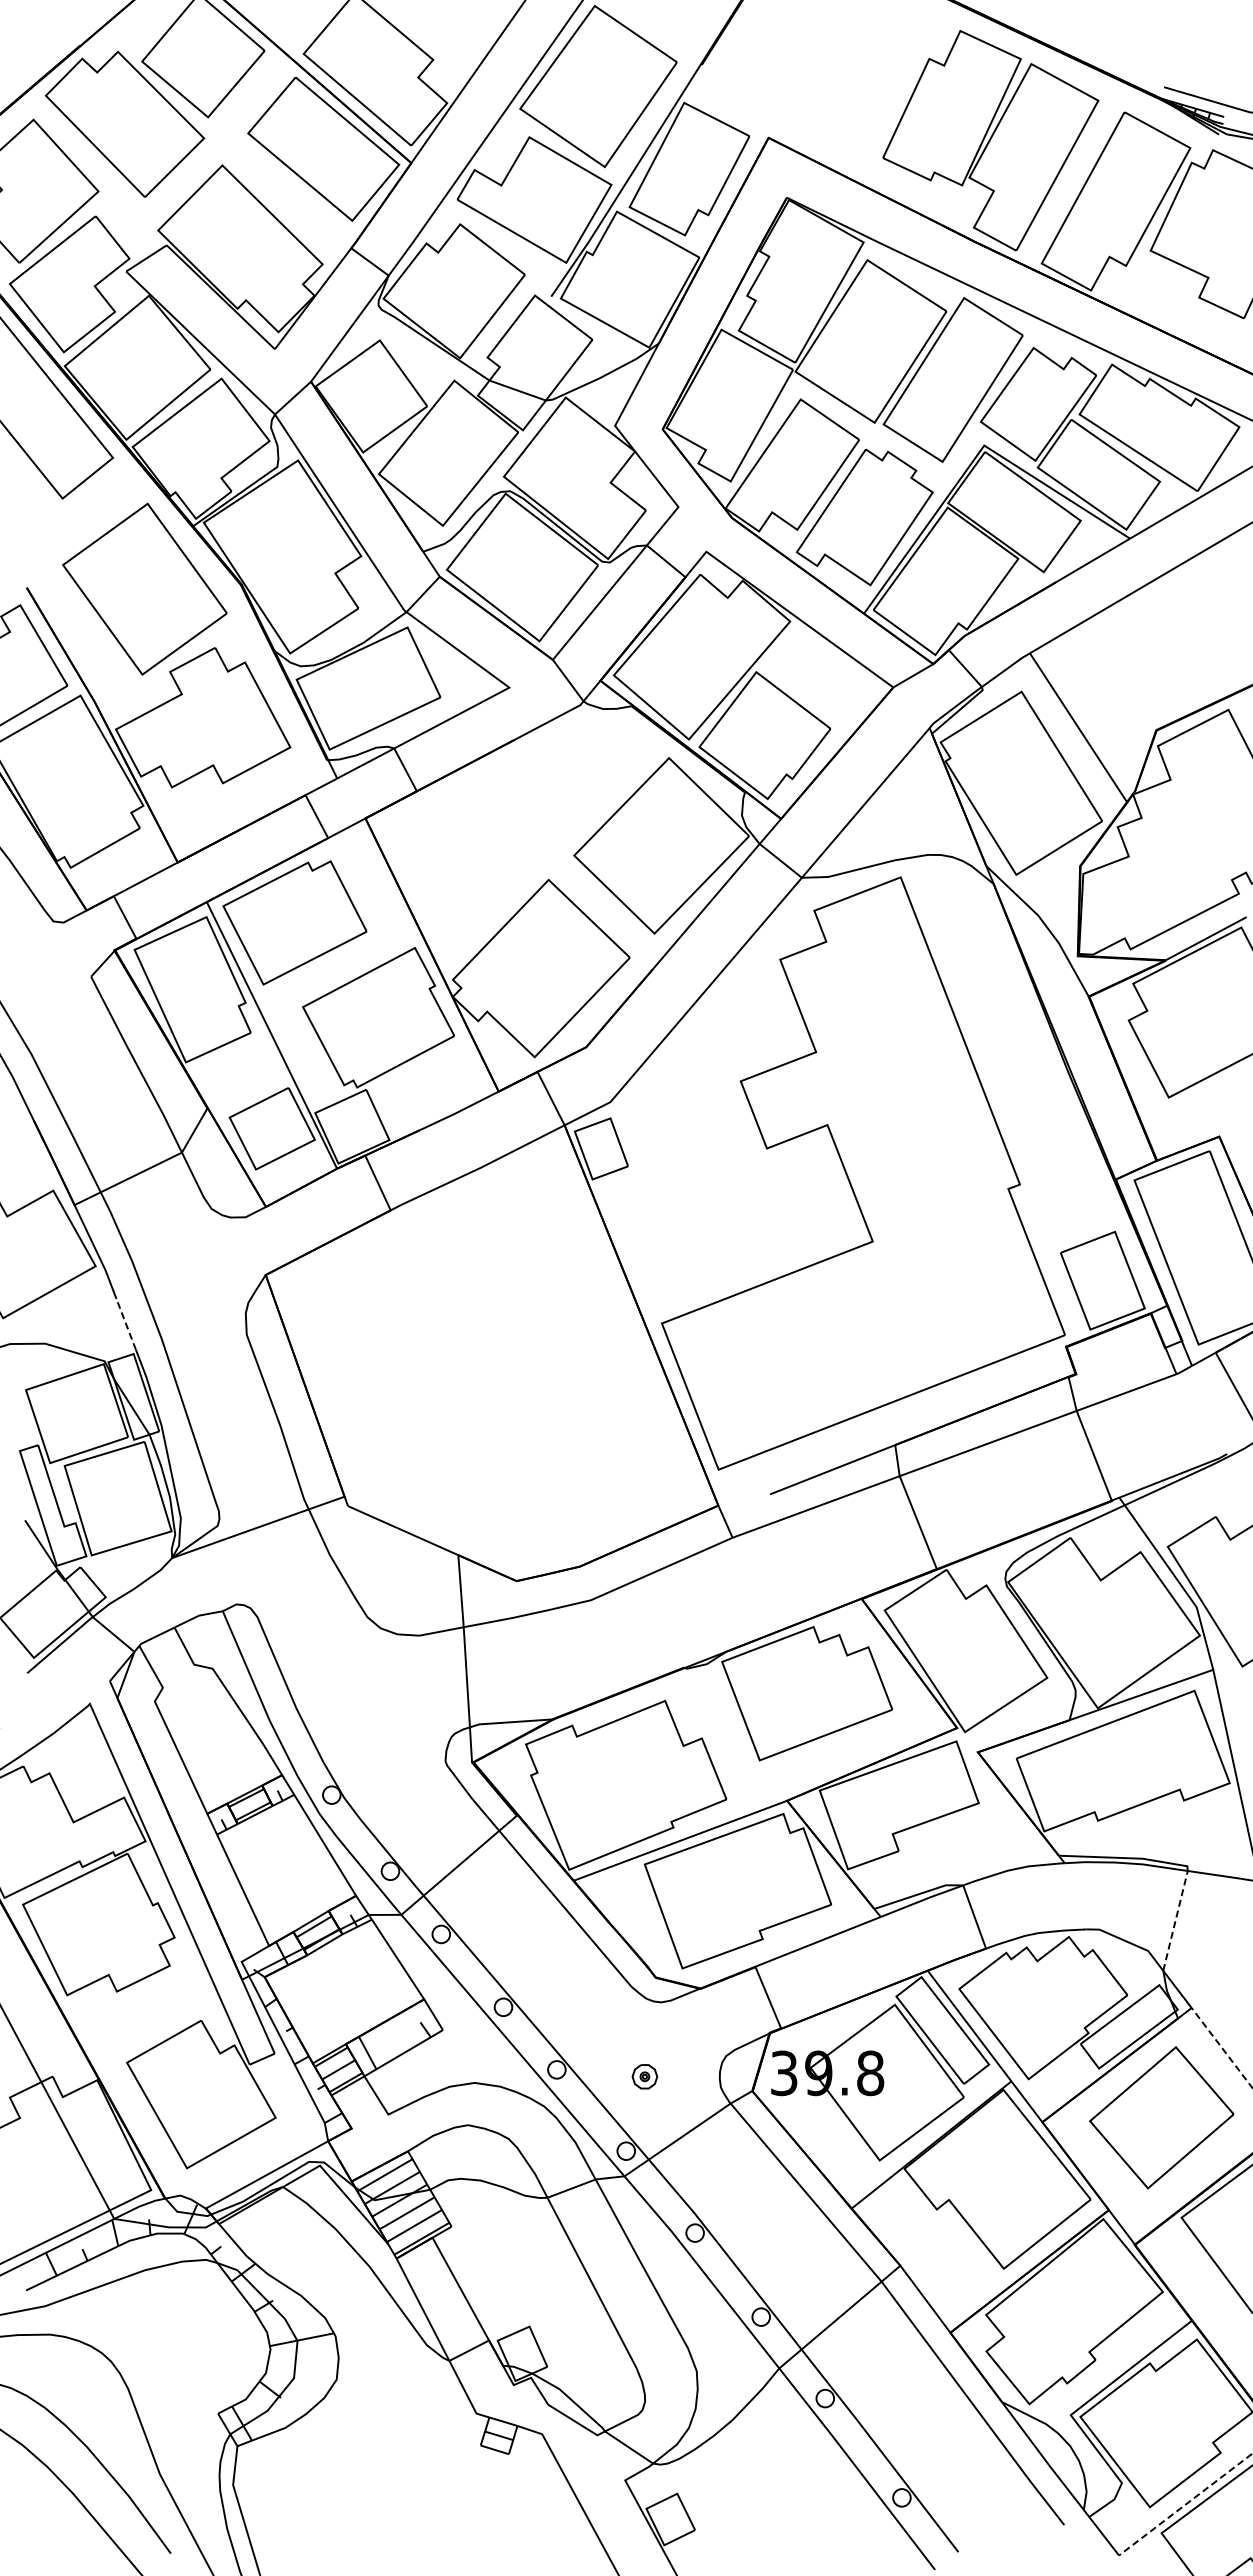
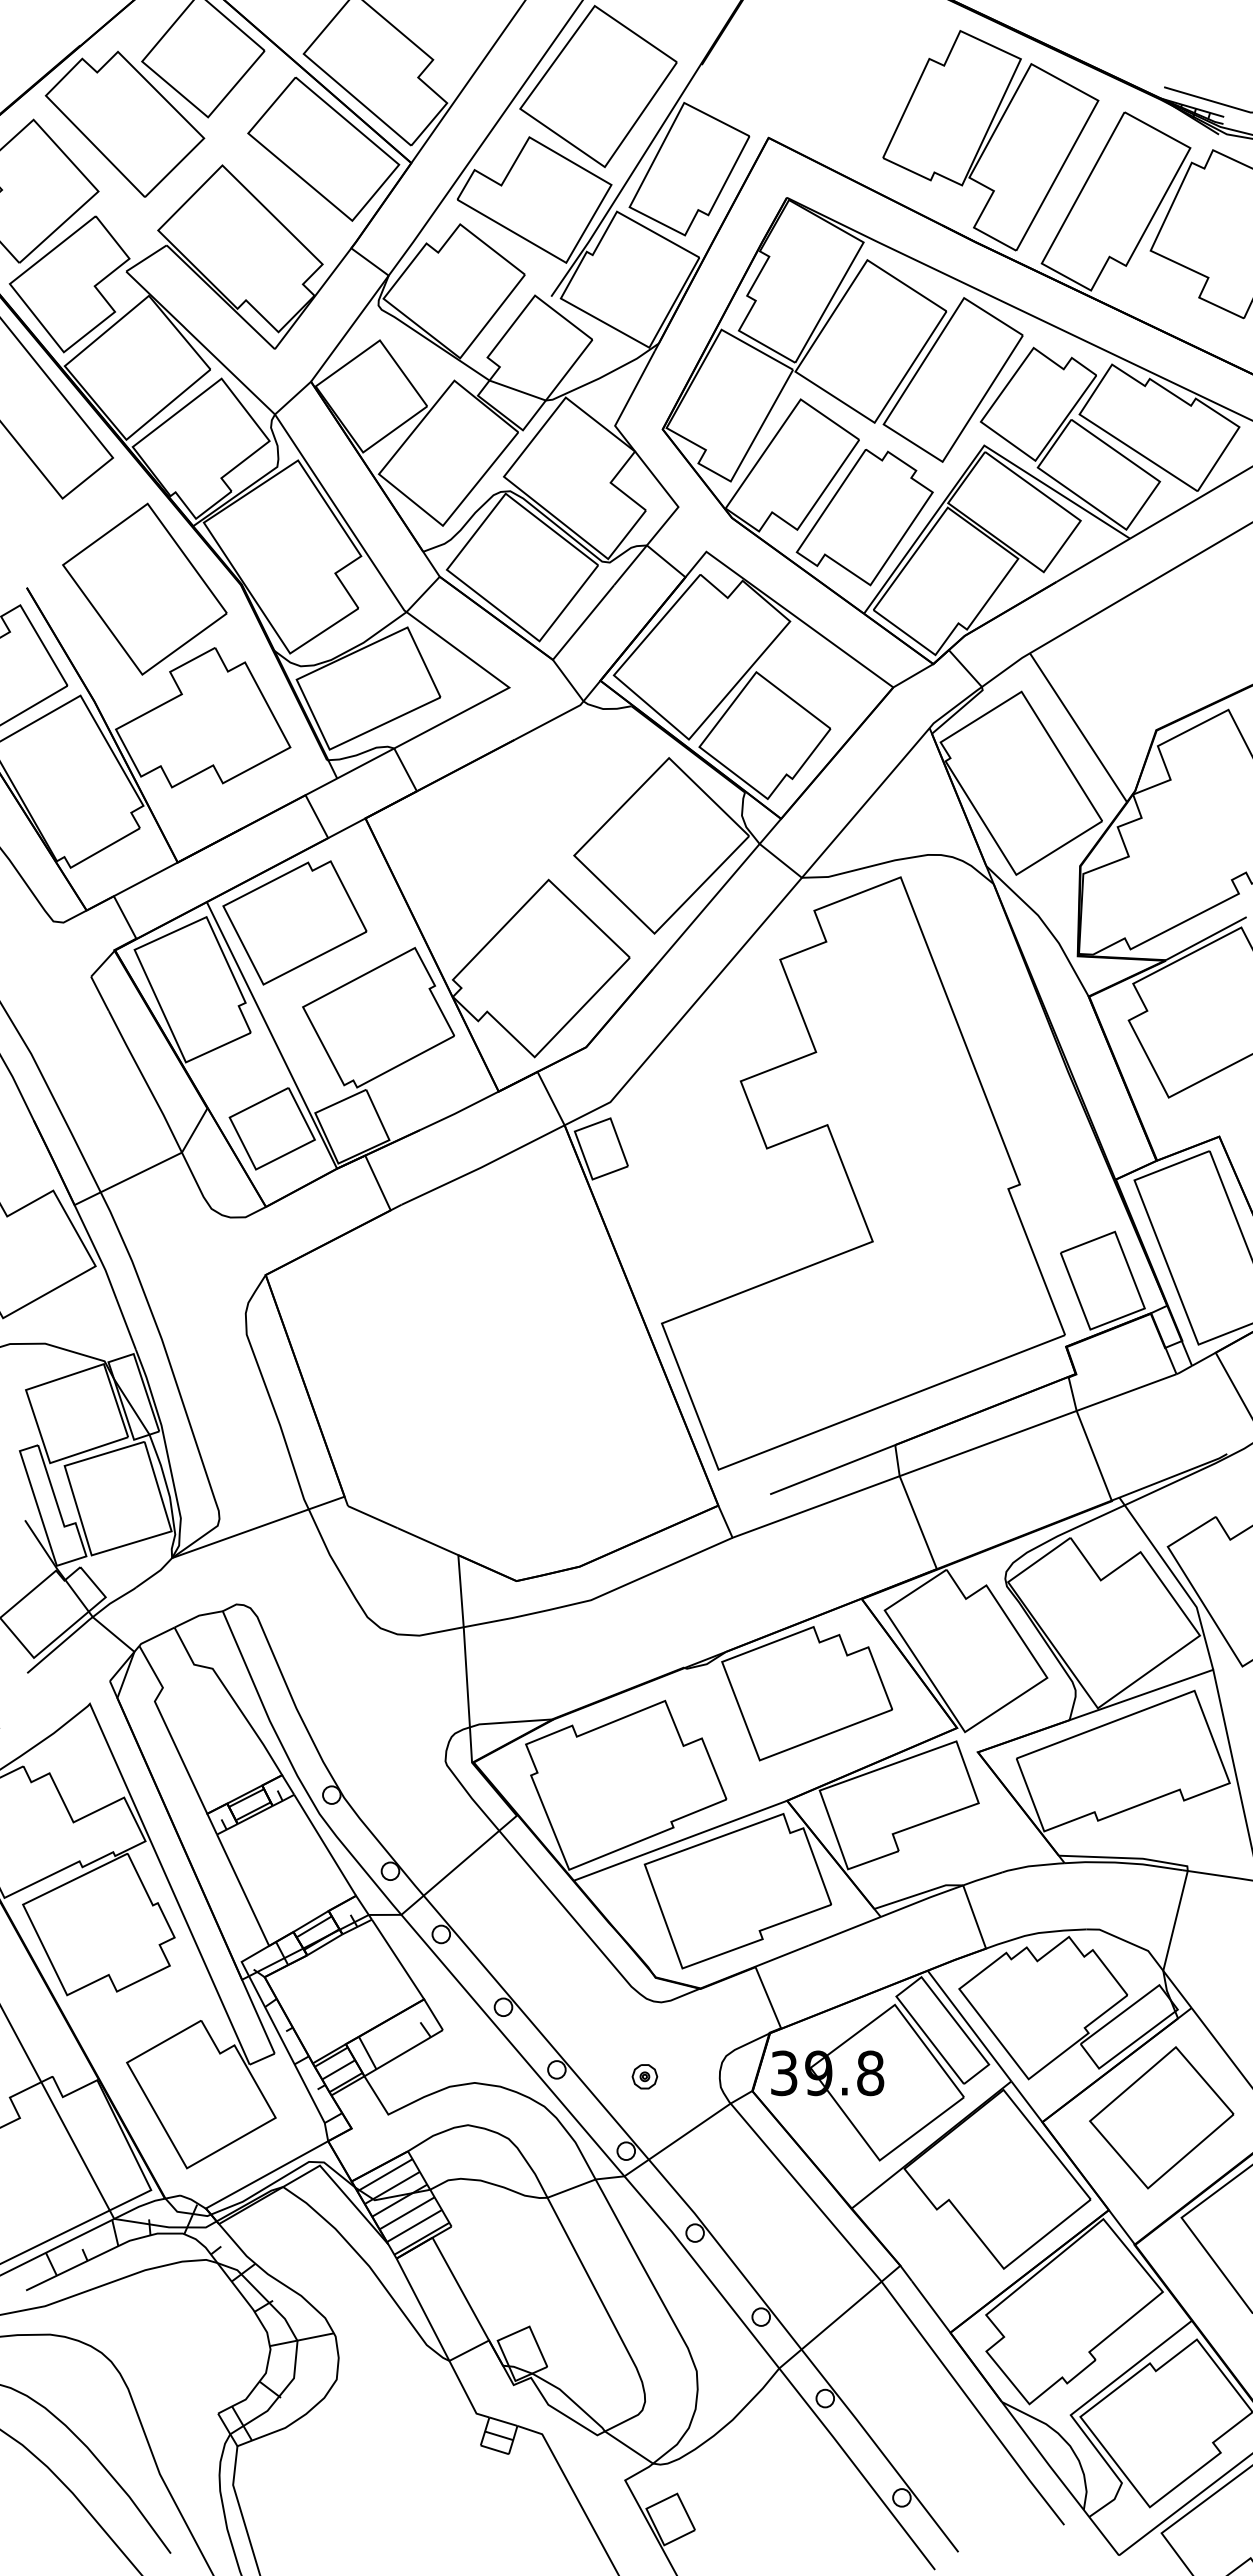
line at (126, 1323): dashed -> solid
line at (1175, 1920): dashed -> solid
line at (1221, 2047): dashed -> solid
line at (1185, 2504): dashed -> solid
